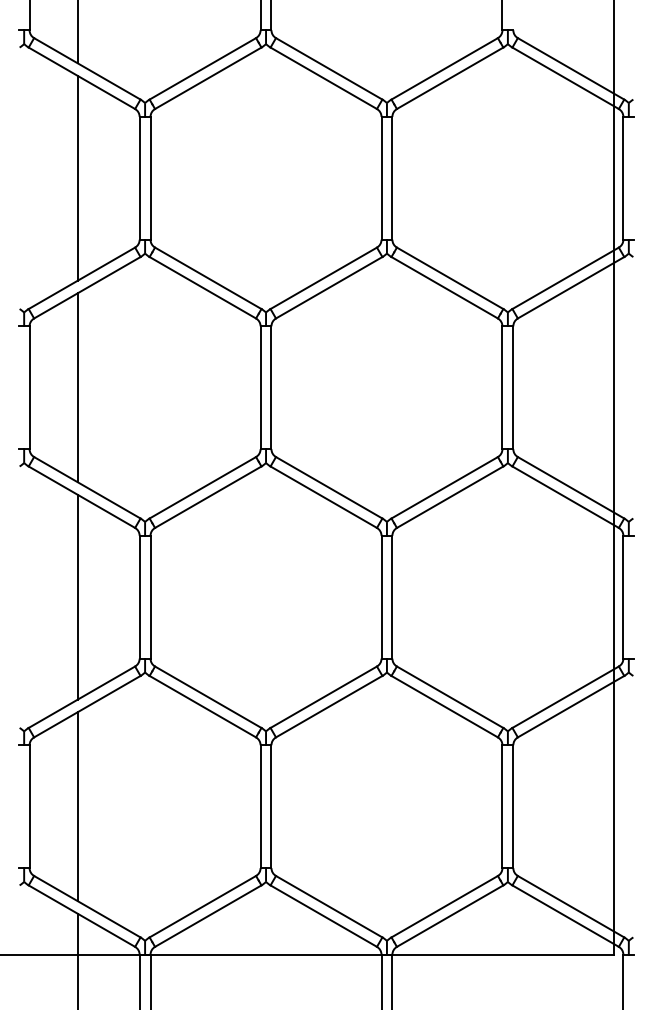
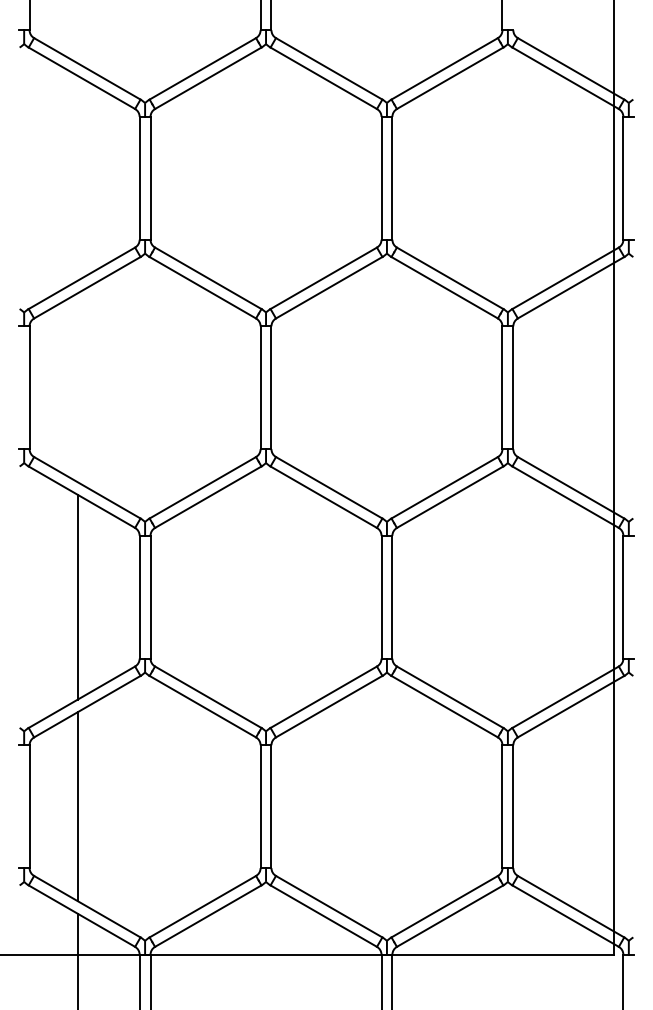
line at (77, 32): present -> none
line at (77, 177): present -> none
line at (77, 387): present -> none
